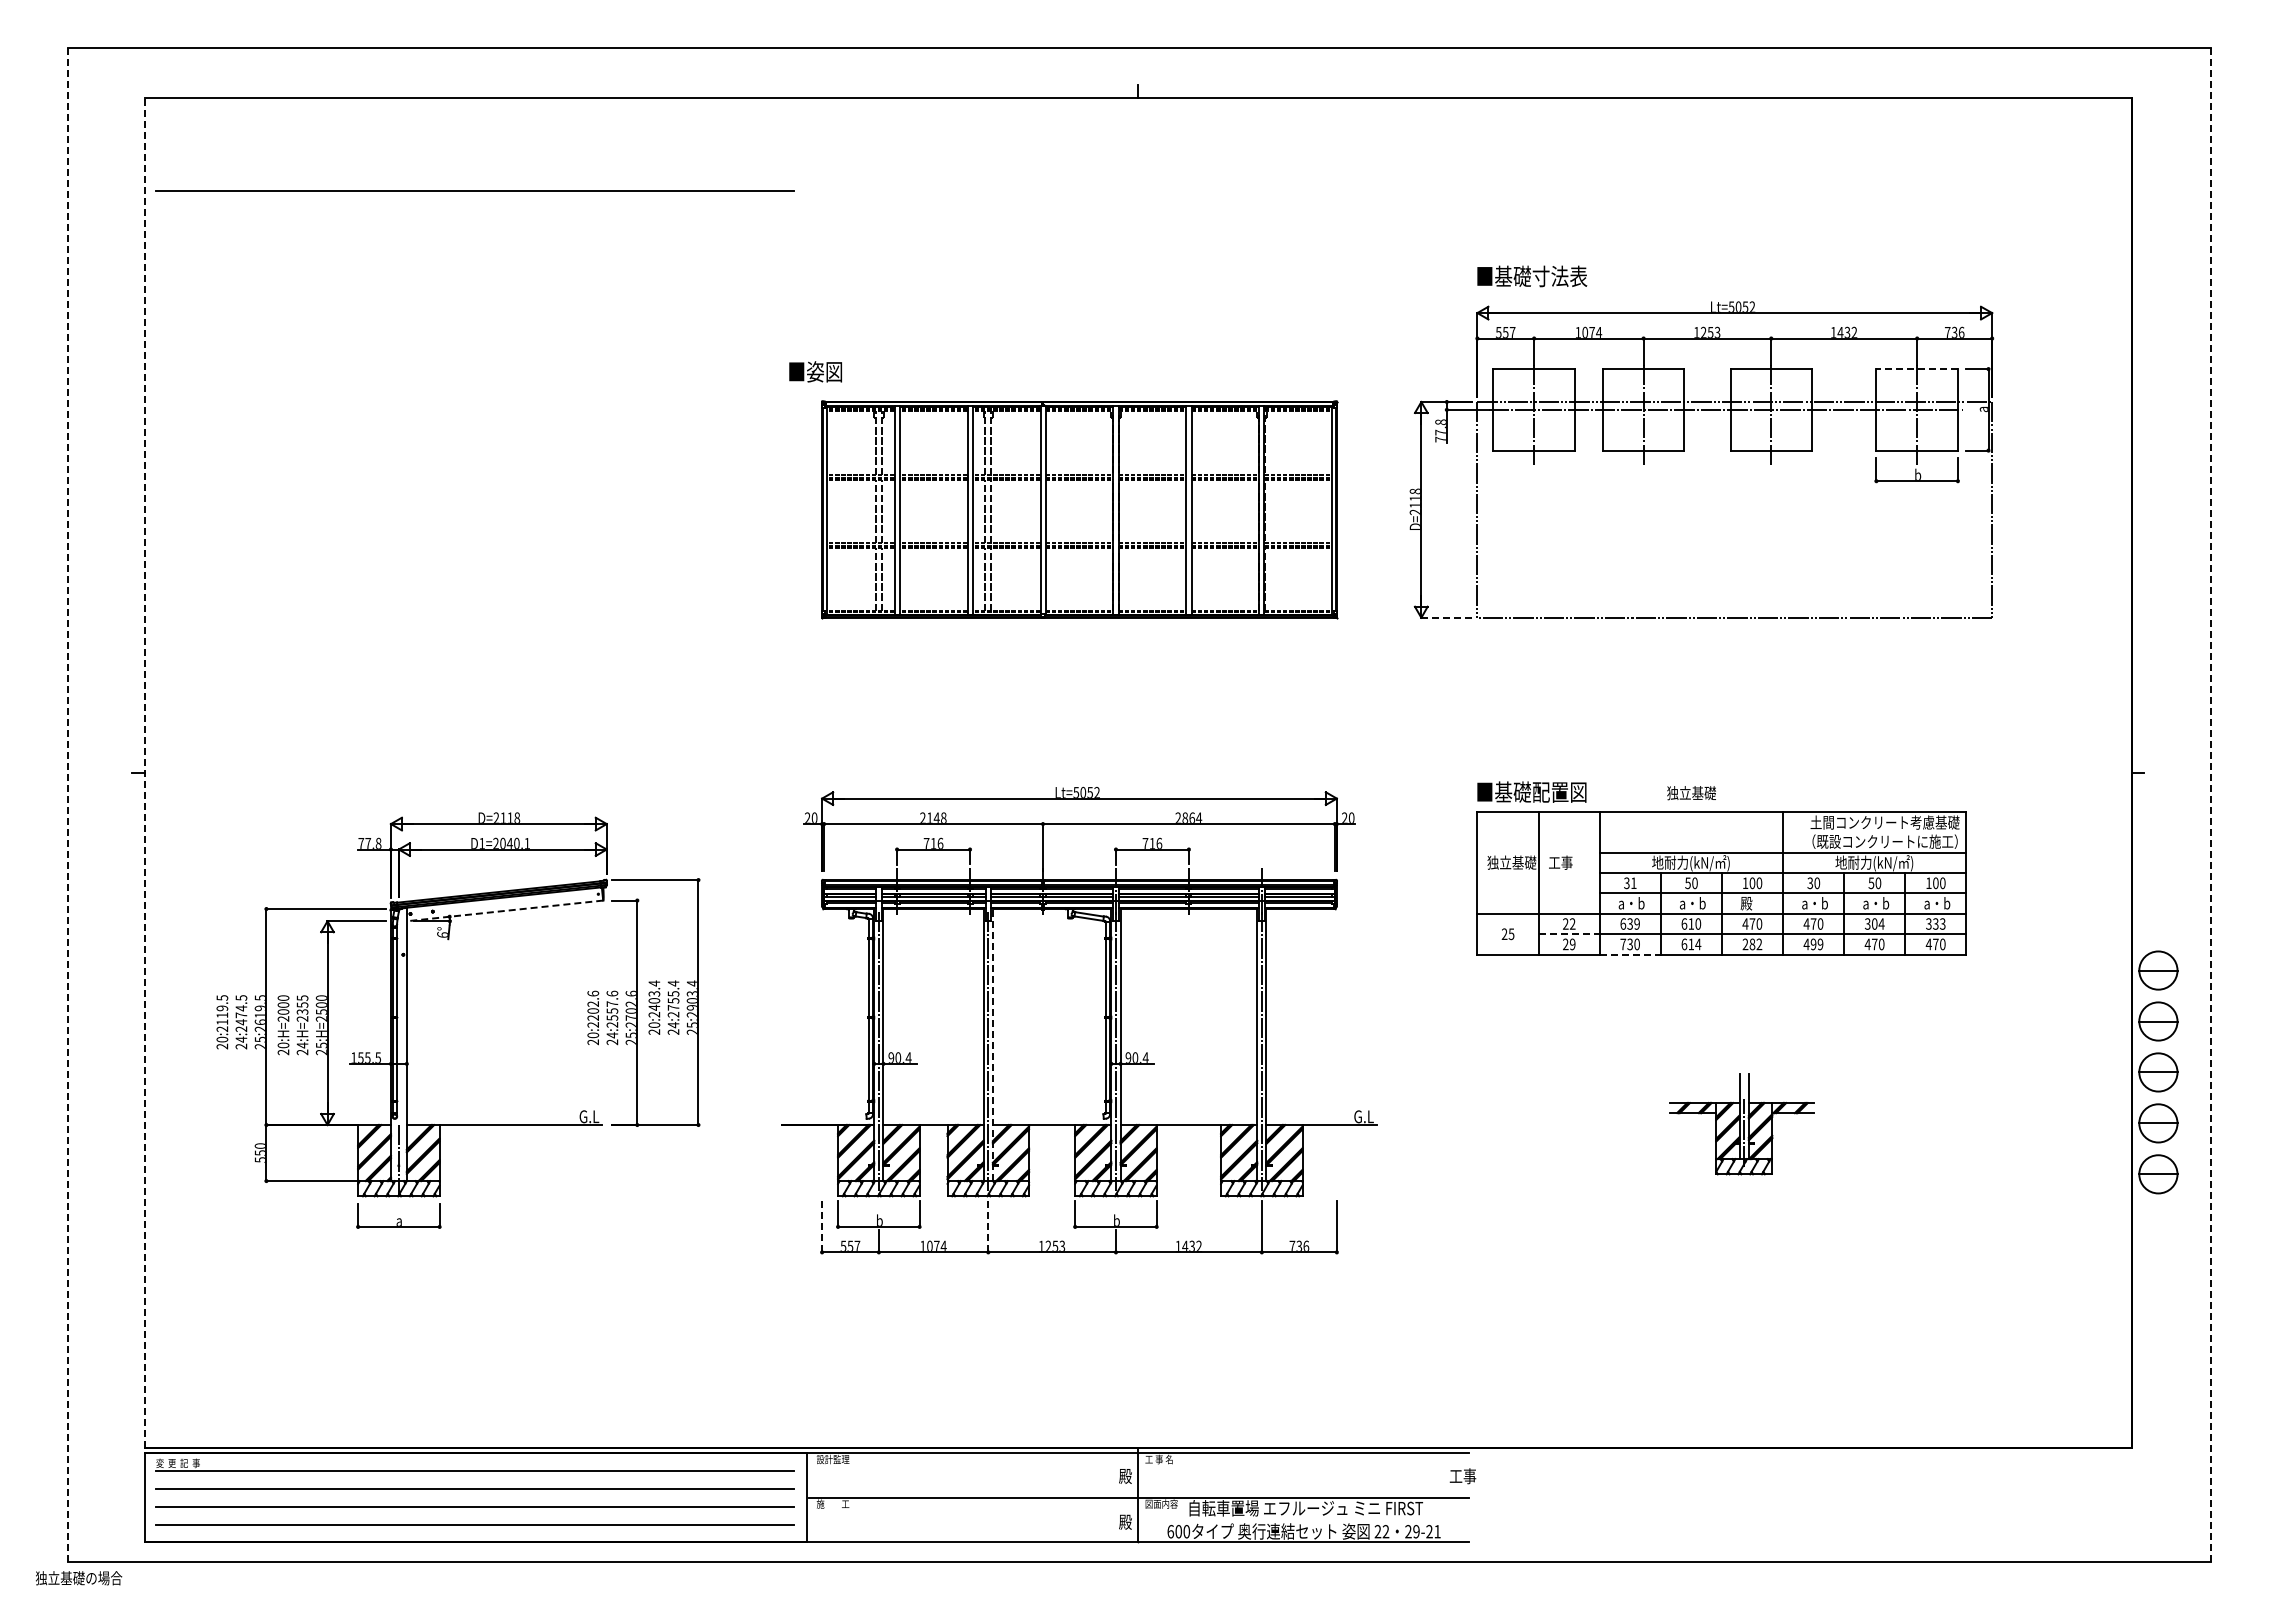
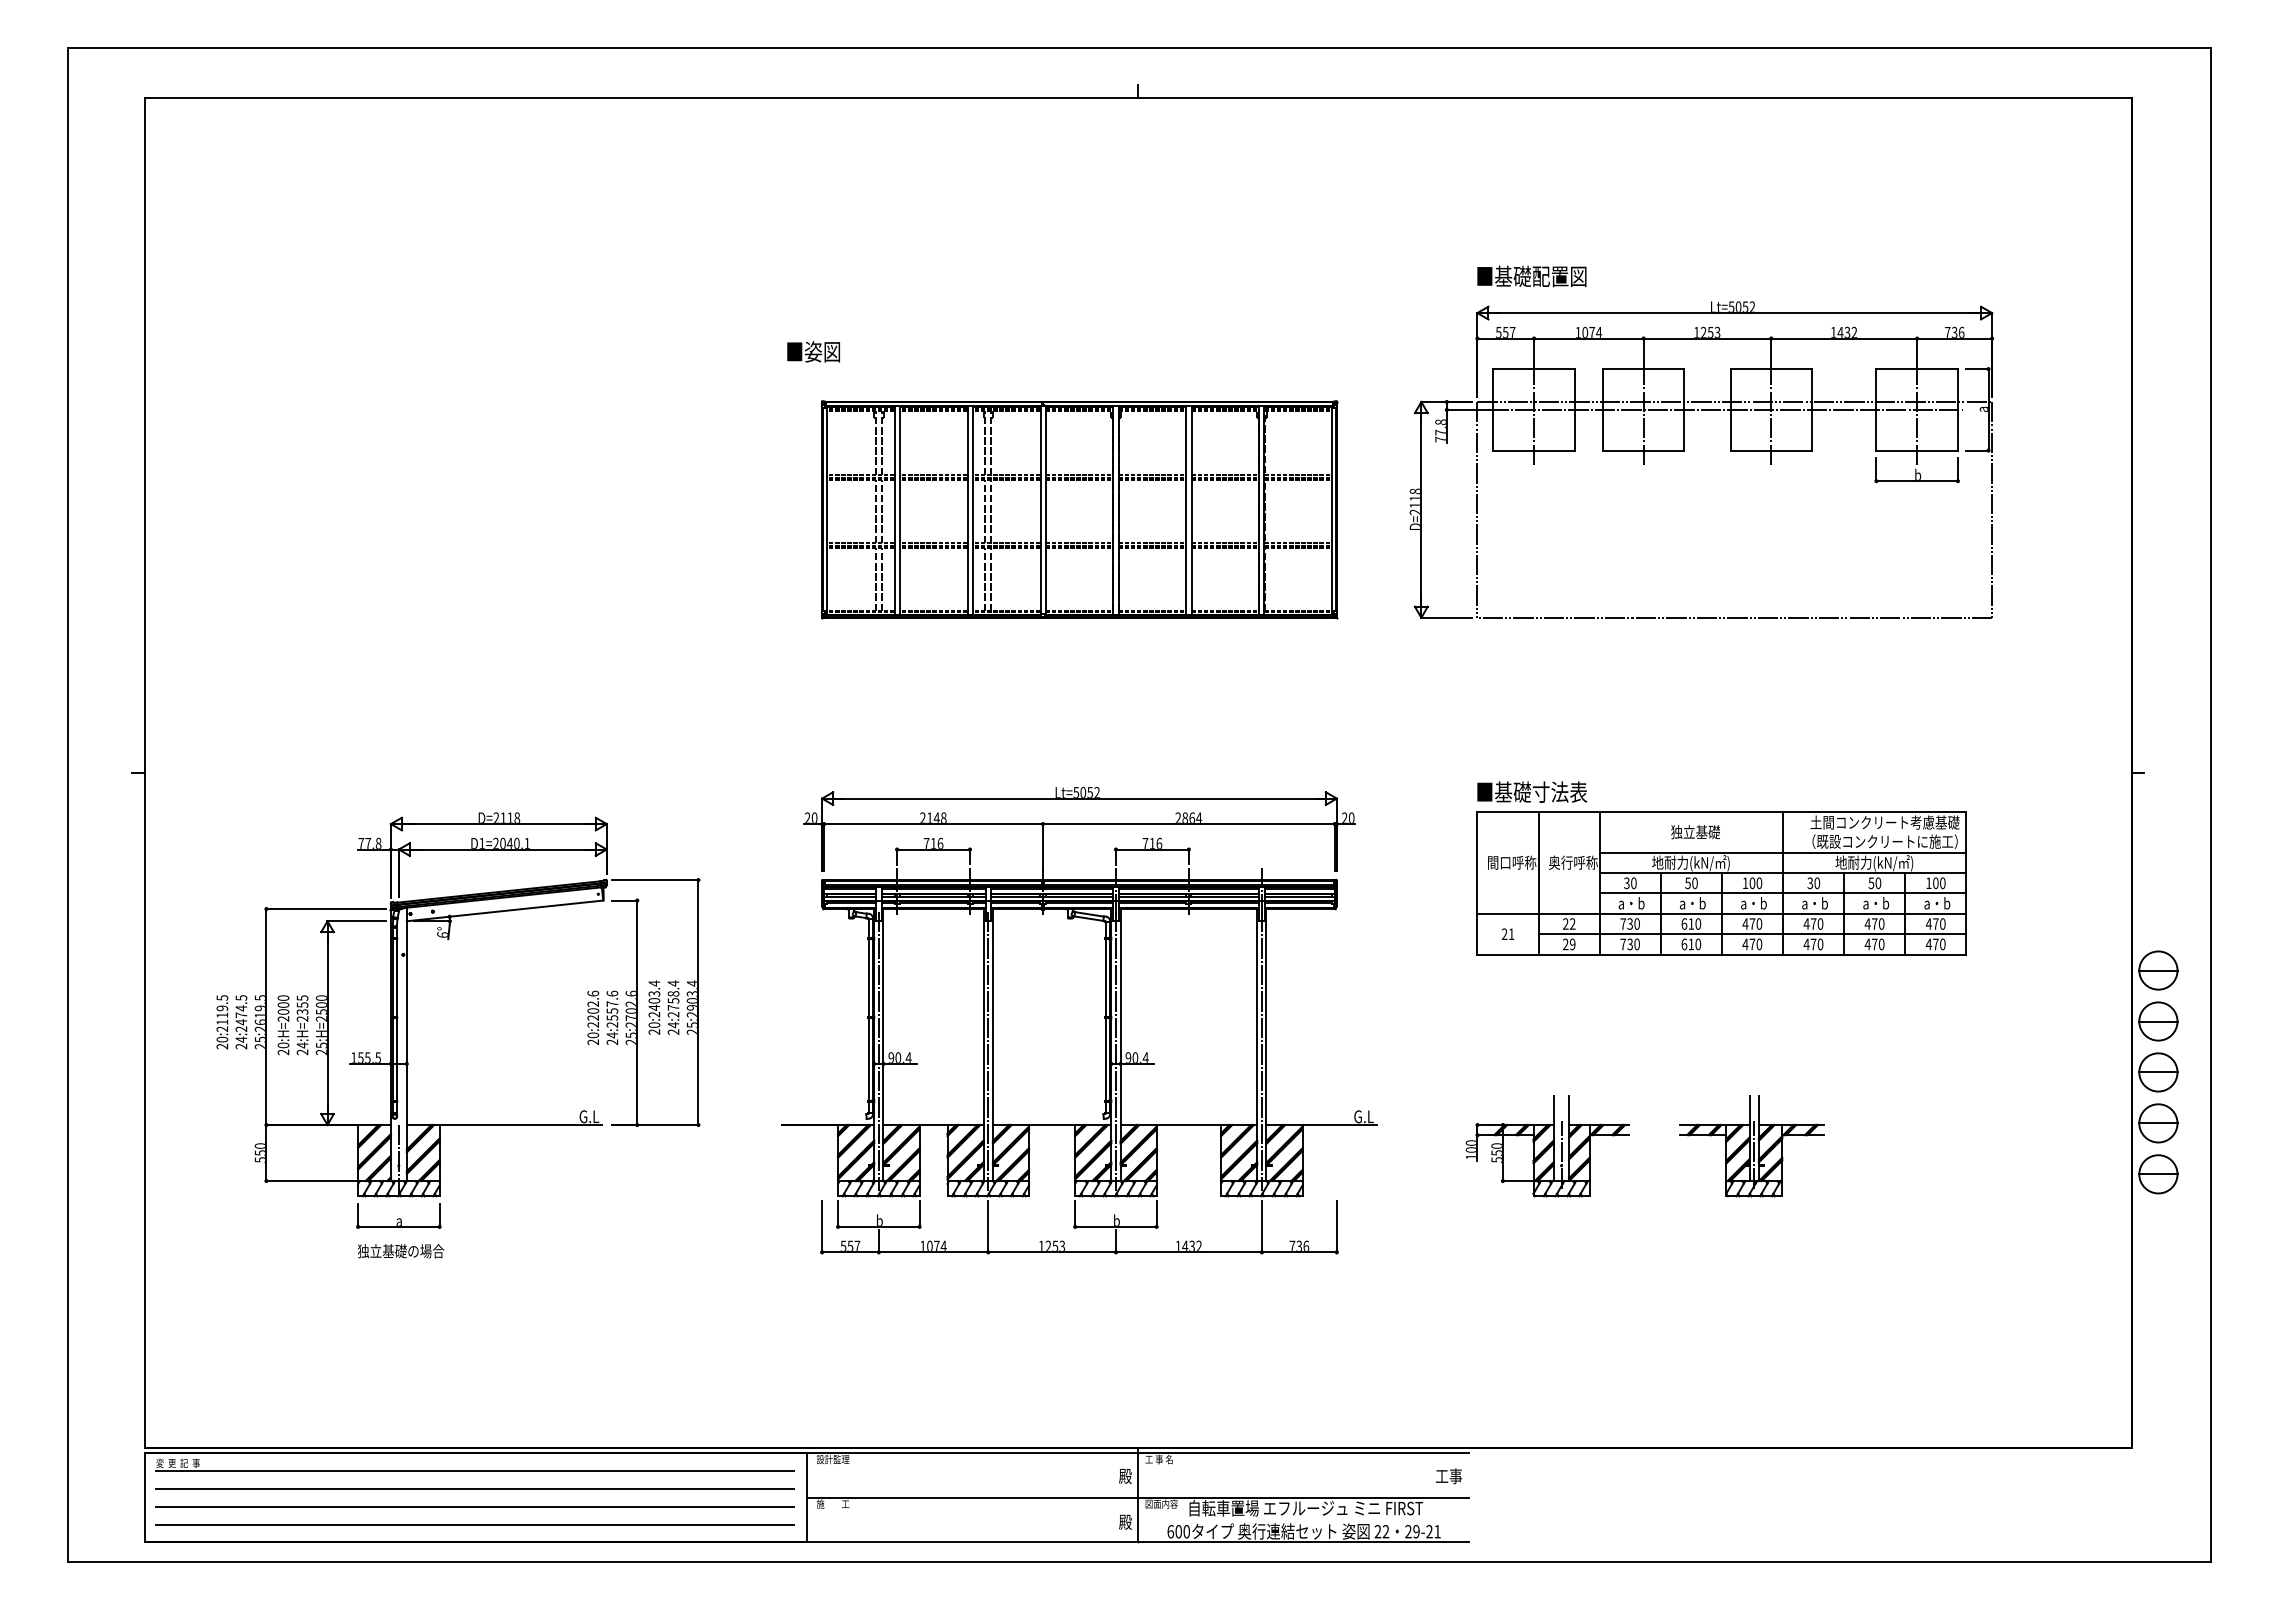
line at (474, 190): present -> none
text at (1559, 276): ■基礎寸法表 -> ■基礎配置図
line at (1917, 369): dashed -> solid
text at (815, 371) position: (815, 371) -> (813, 351)
line at (1446, 617): dashed -> solid
line at (144, 772): dashed -> solid
text at (1559, 791): ■基礎配置図 -> ■基礎寸法表
text at (1691, 793) position: (1691, 793) -> (1695, 832)
line at (68, 805): dashed -> solid
line at (2210, 805): dashed -> solid
text at (1511, 862): 独立基礎 -> 間口呼称
text at (1573, 862): 工事 -> 奥行呼称
text at (1633, 883): 31 -> 30
text at (1753, 903): 殿 -> a・b
line at (505, 910): dashed -> solid
text at (1629, 923): 639 -> 730
text at (1874, 923): 304 -> 470
text at (1935, 923): 333 -> 470
text at (1511, 934): 25 -> 21
line at (1569, 934): dashed -> solid
text at (1698, 944): 614 -> 610
text at (1752, 944): 282 -> 470
text at (1816, 944): 499 -> 470
line at (1630, 954): dashed -> solid
text at (673, 993): 24:2755.4 -> 24:2758.4
line at (992, 1044): dashed -> solid
part at (1741, 1124) position: (1741, 1124) -> (1751, 1146)
part at (1547, 1146): none -> present
line at (822, 1226): dashed -> solid
line at (988, 1226): dashed -> solid
text at (1462, 1476) position: (1462, 1476) -> (1448, 1476)
text at (79, 1578) position: (79, 1578) -> (401, 1251)
